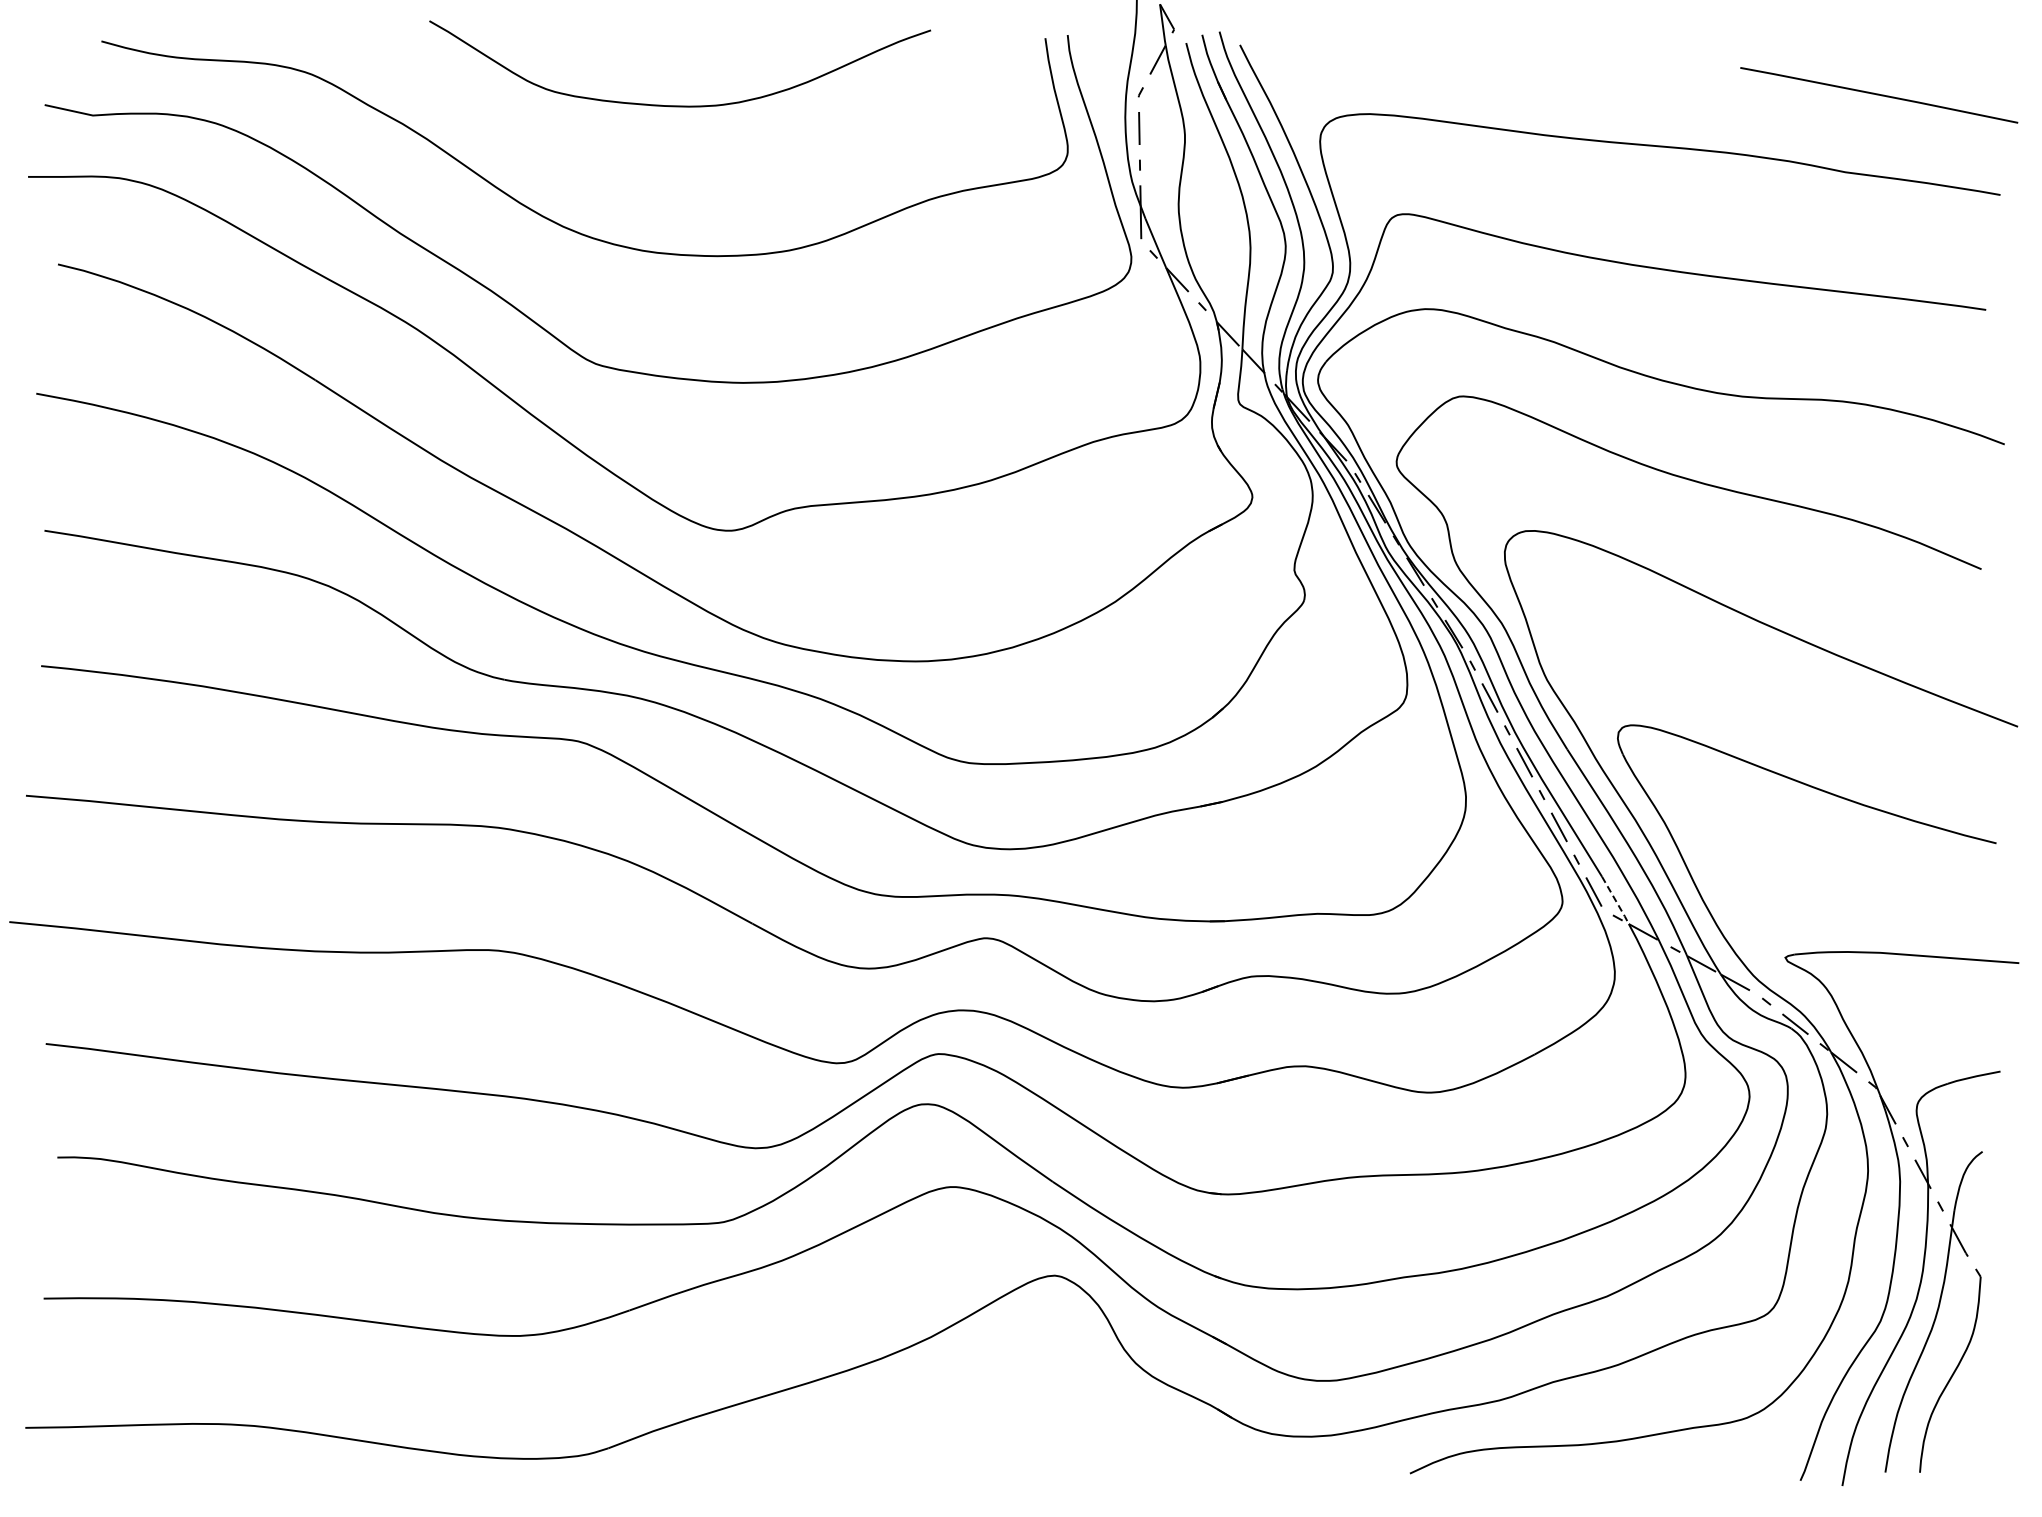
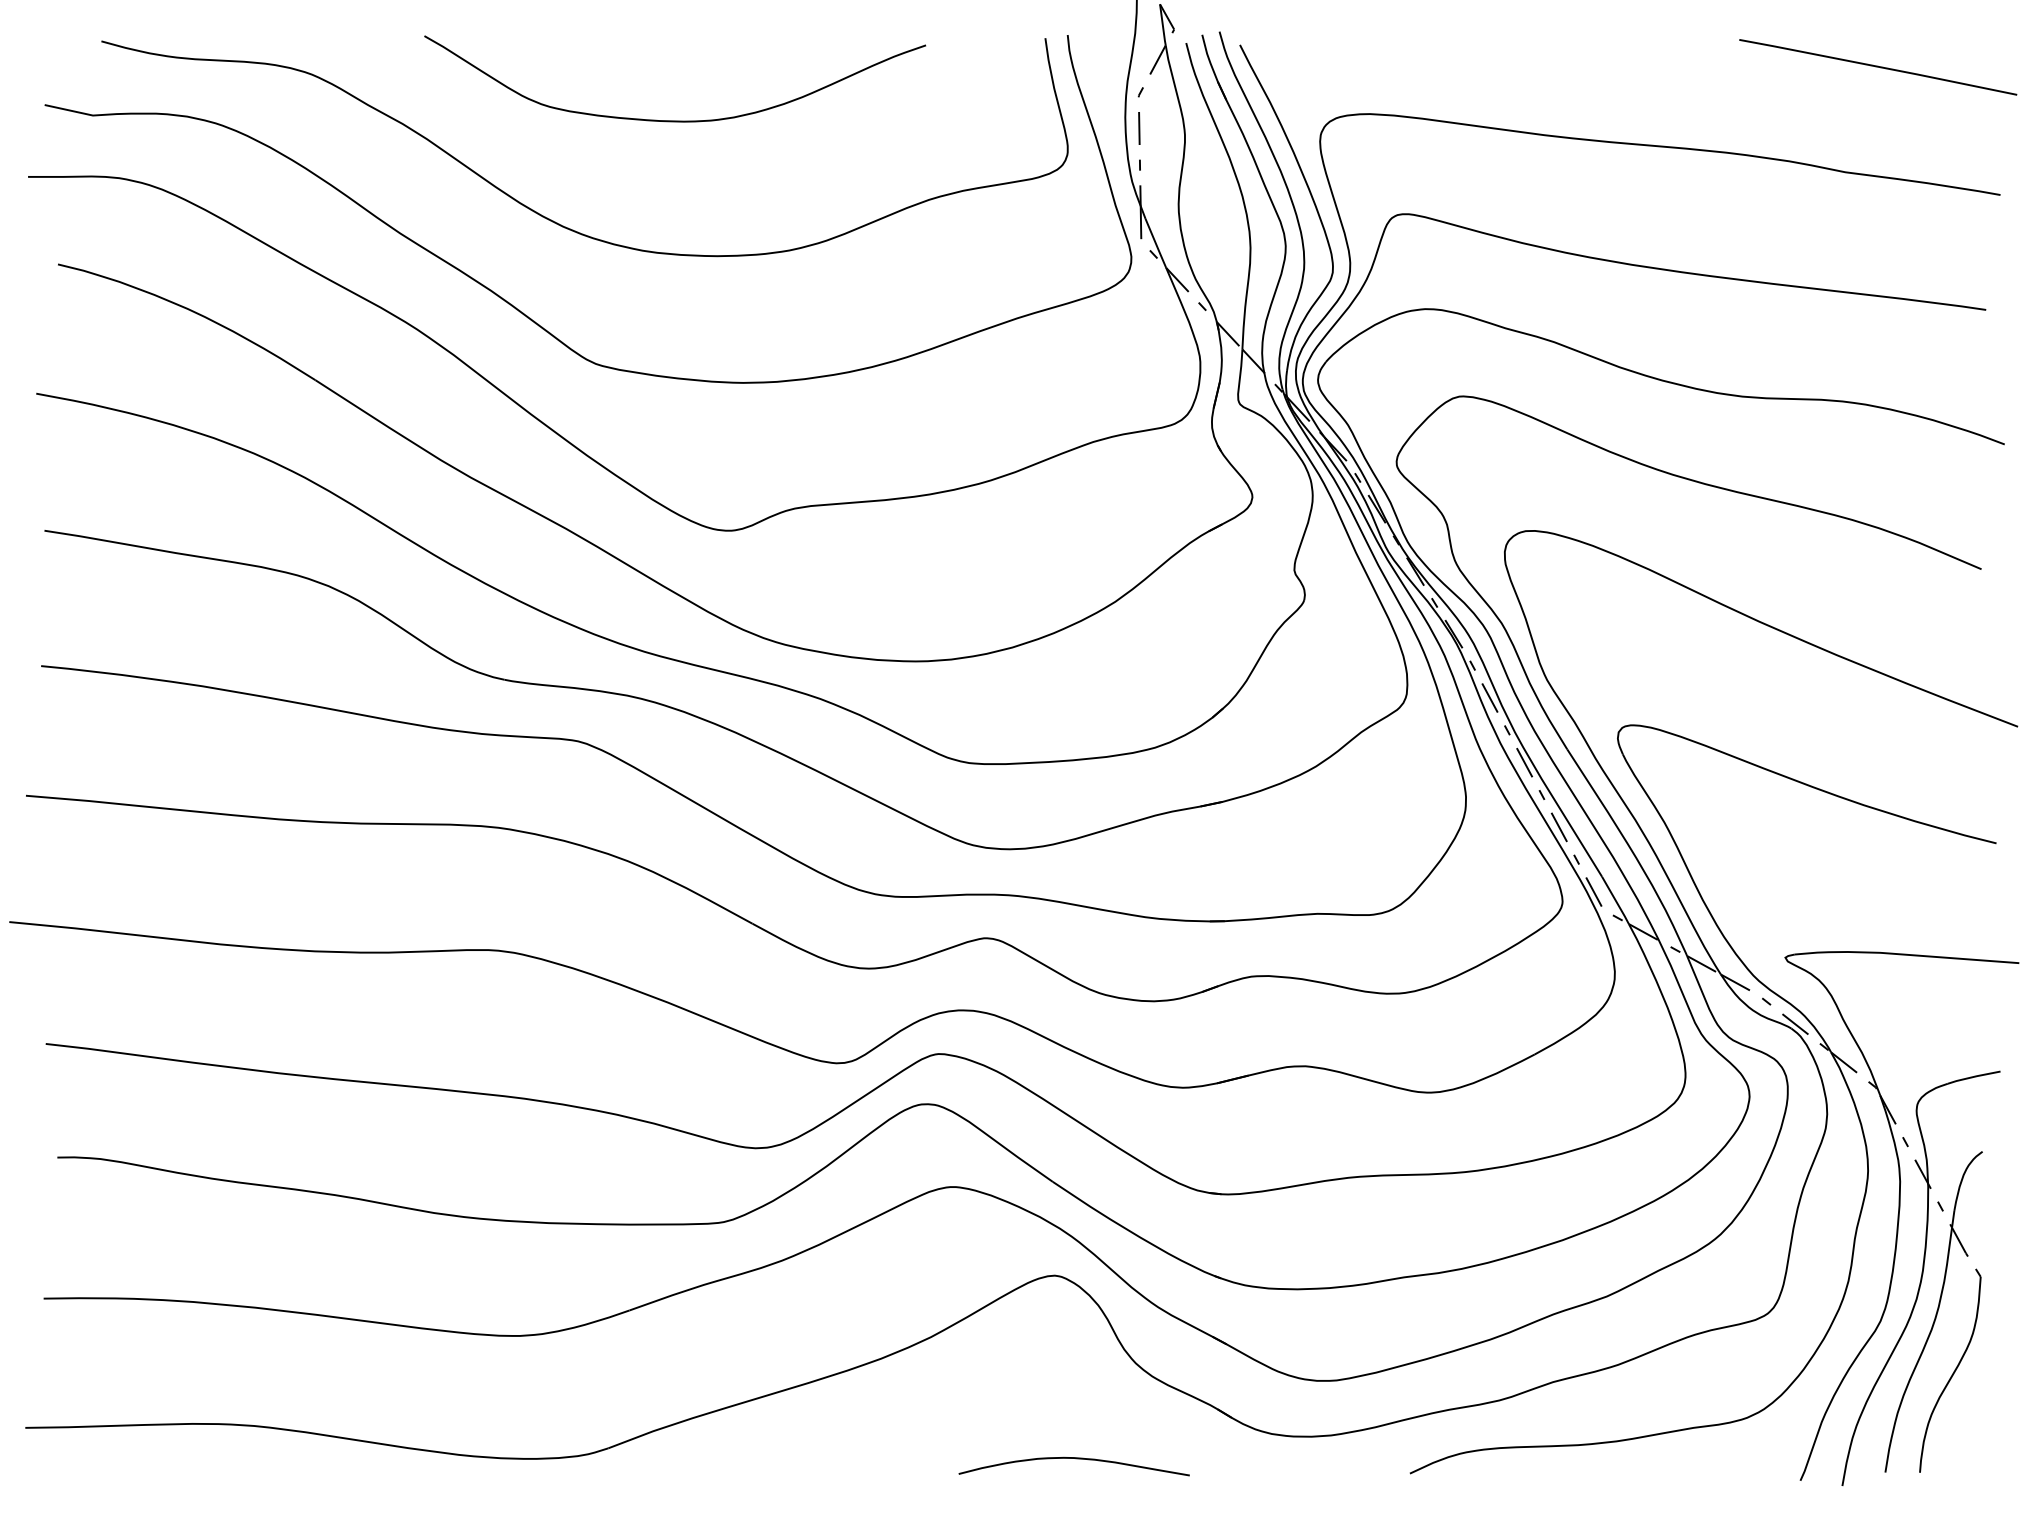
line at (1879, 95) position: (1879, 95) -> (1878, 67)
curve at (679, 105) position: (679, 105) -> (674, 120)
line at (1615, 900): dashed -> solid
curve at (1076, 1459): none -> present
